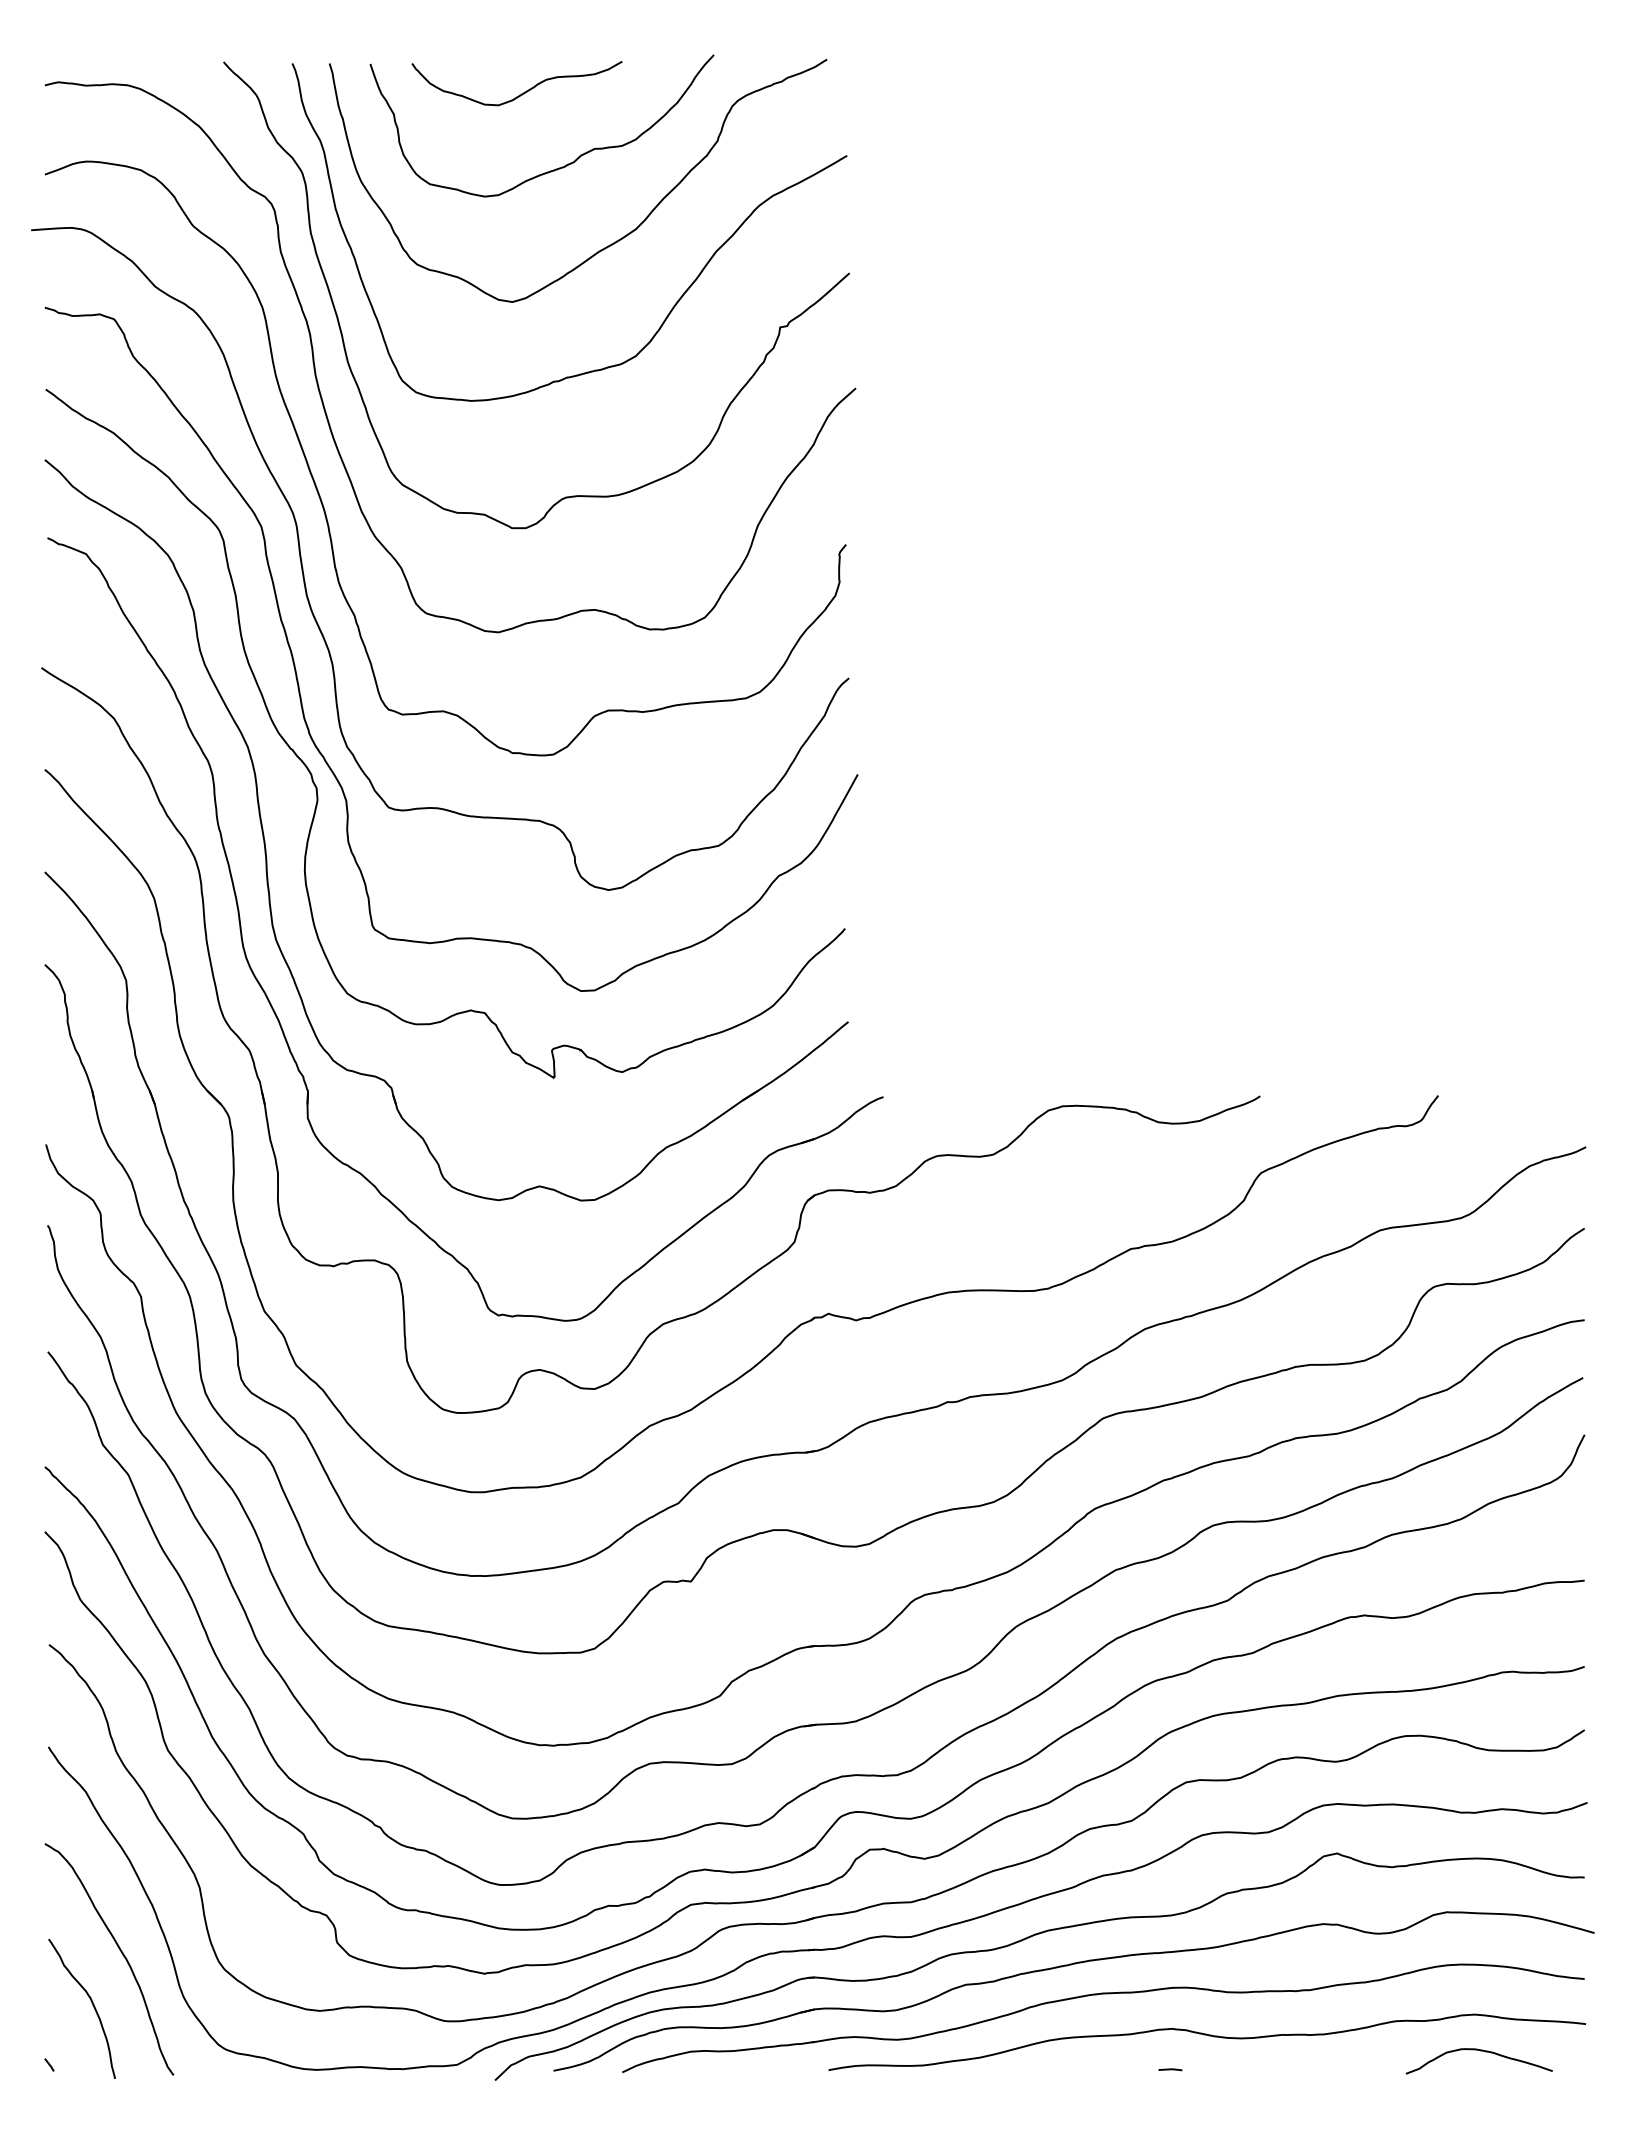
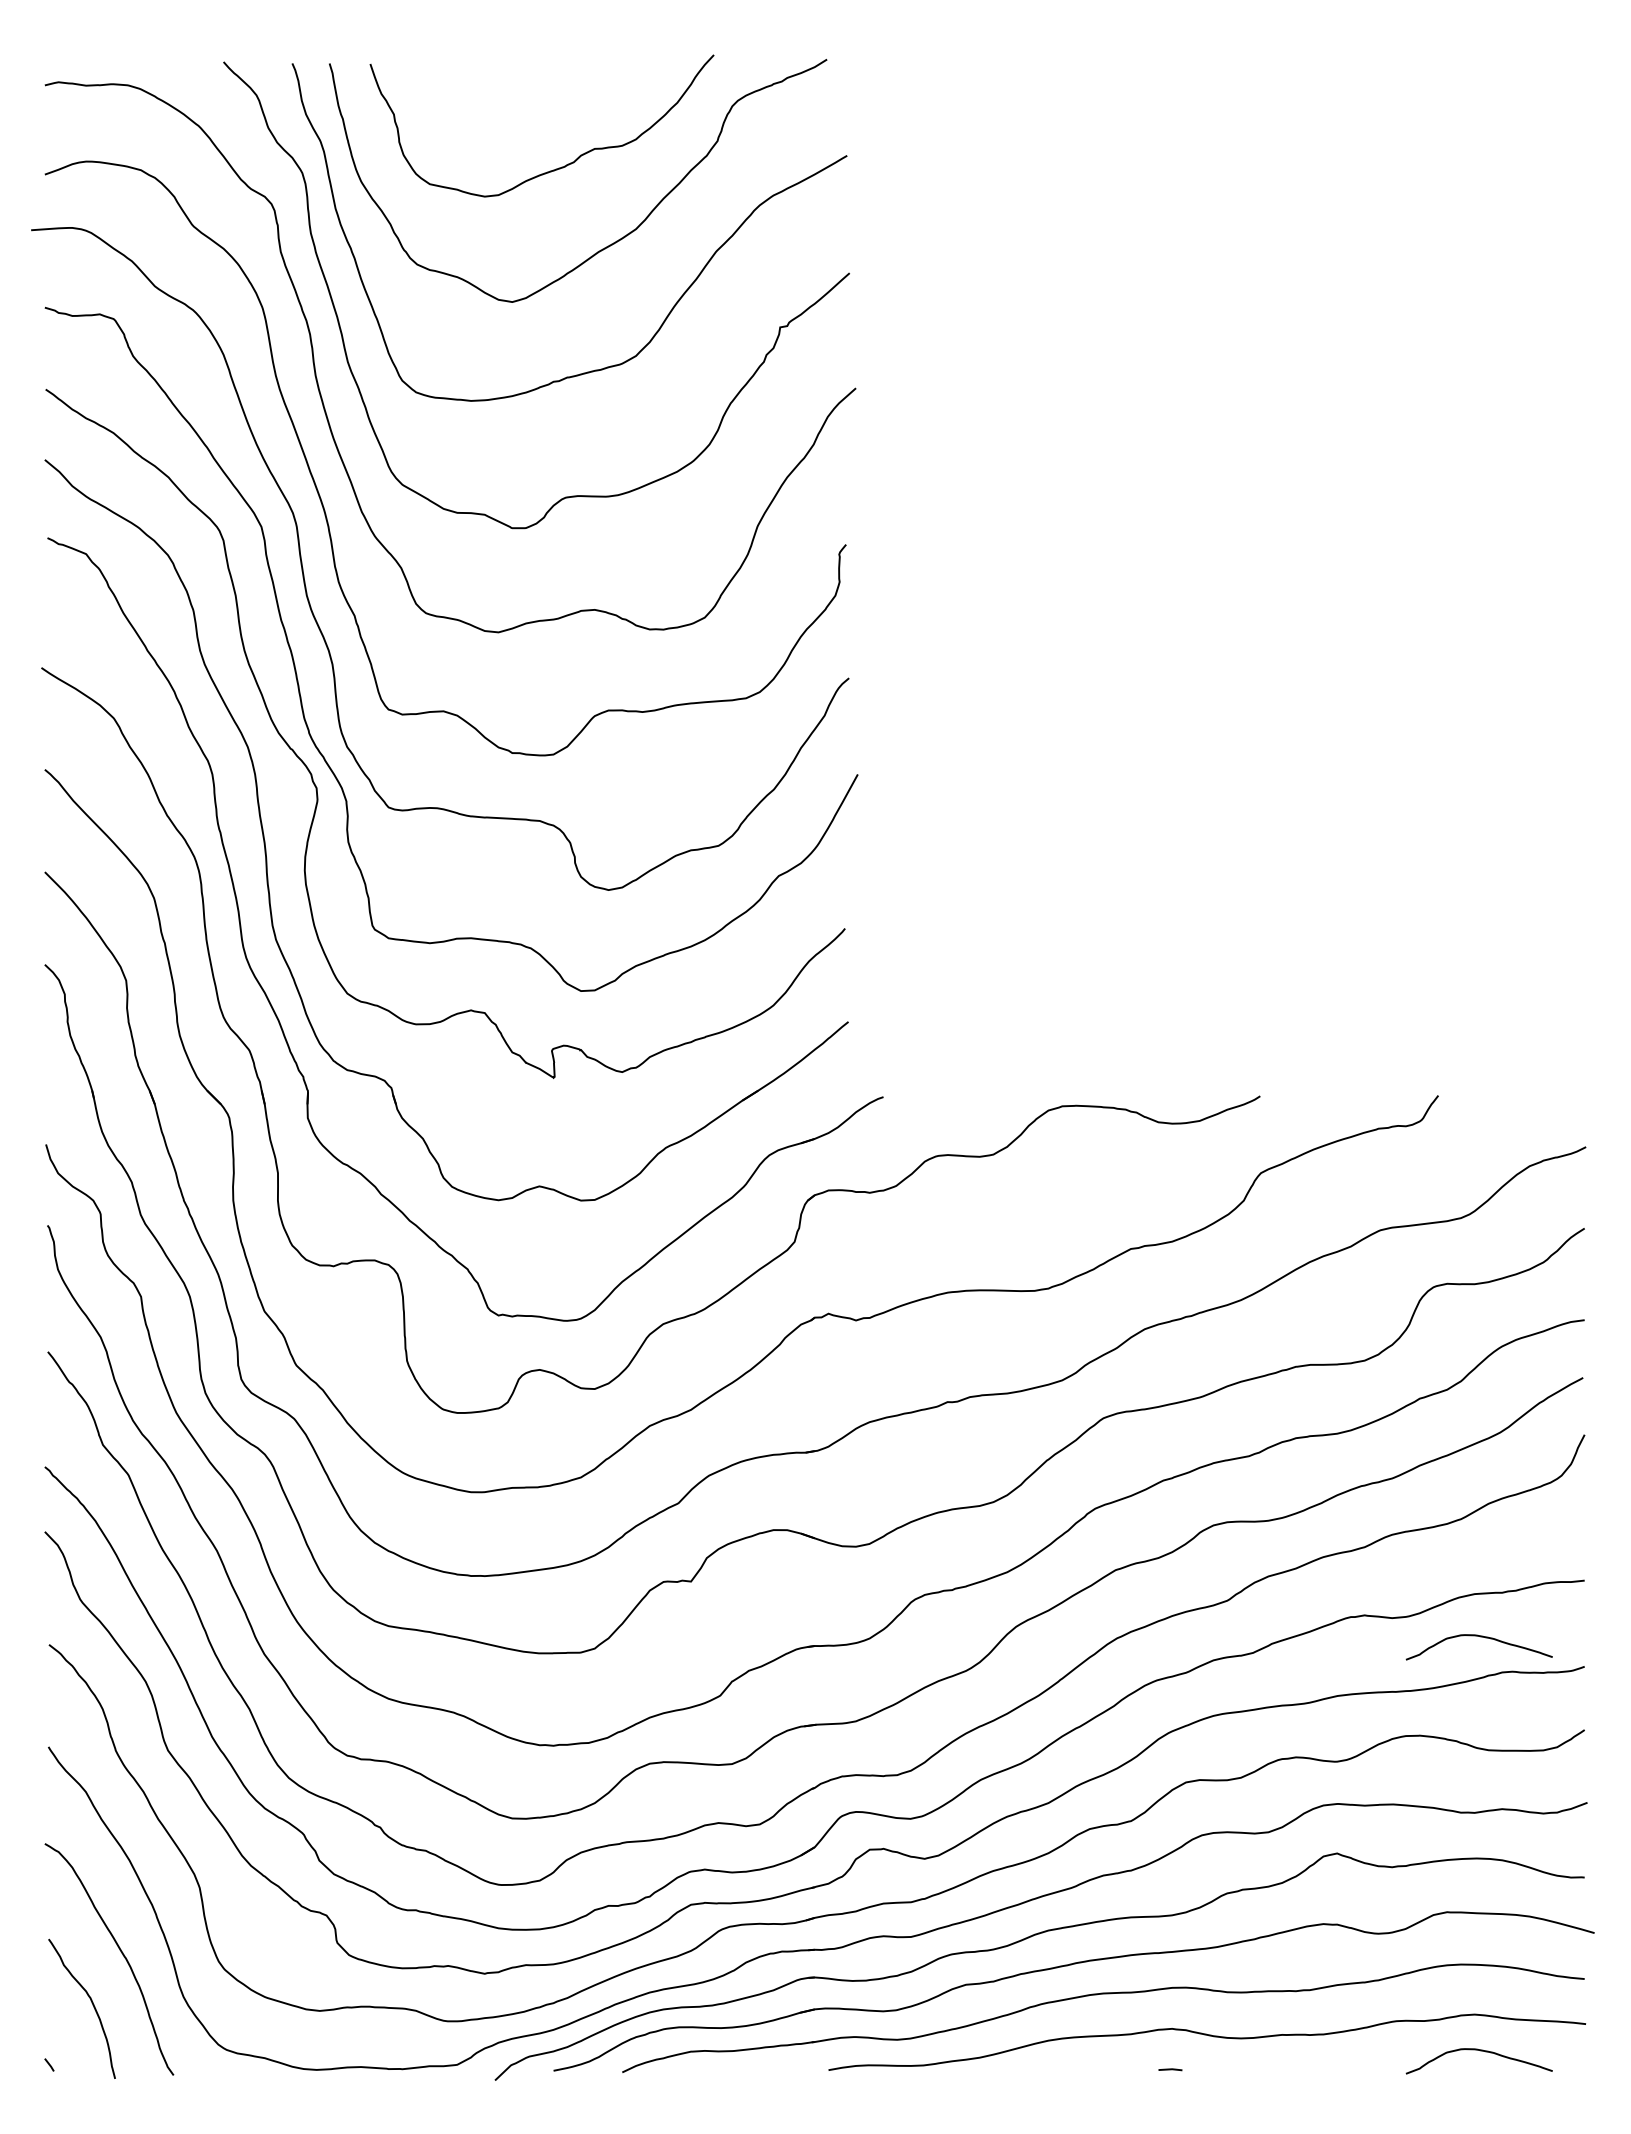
curve at (521, 93): present -> none
curve at (1480, 1637): none -> present
